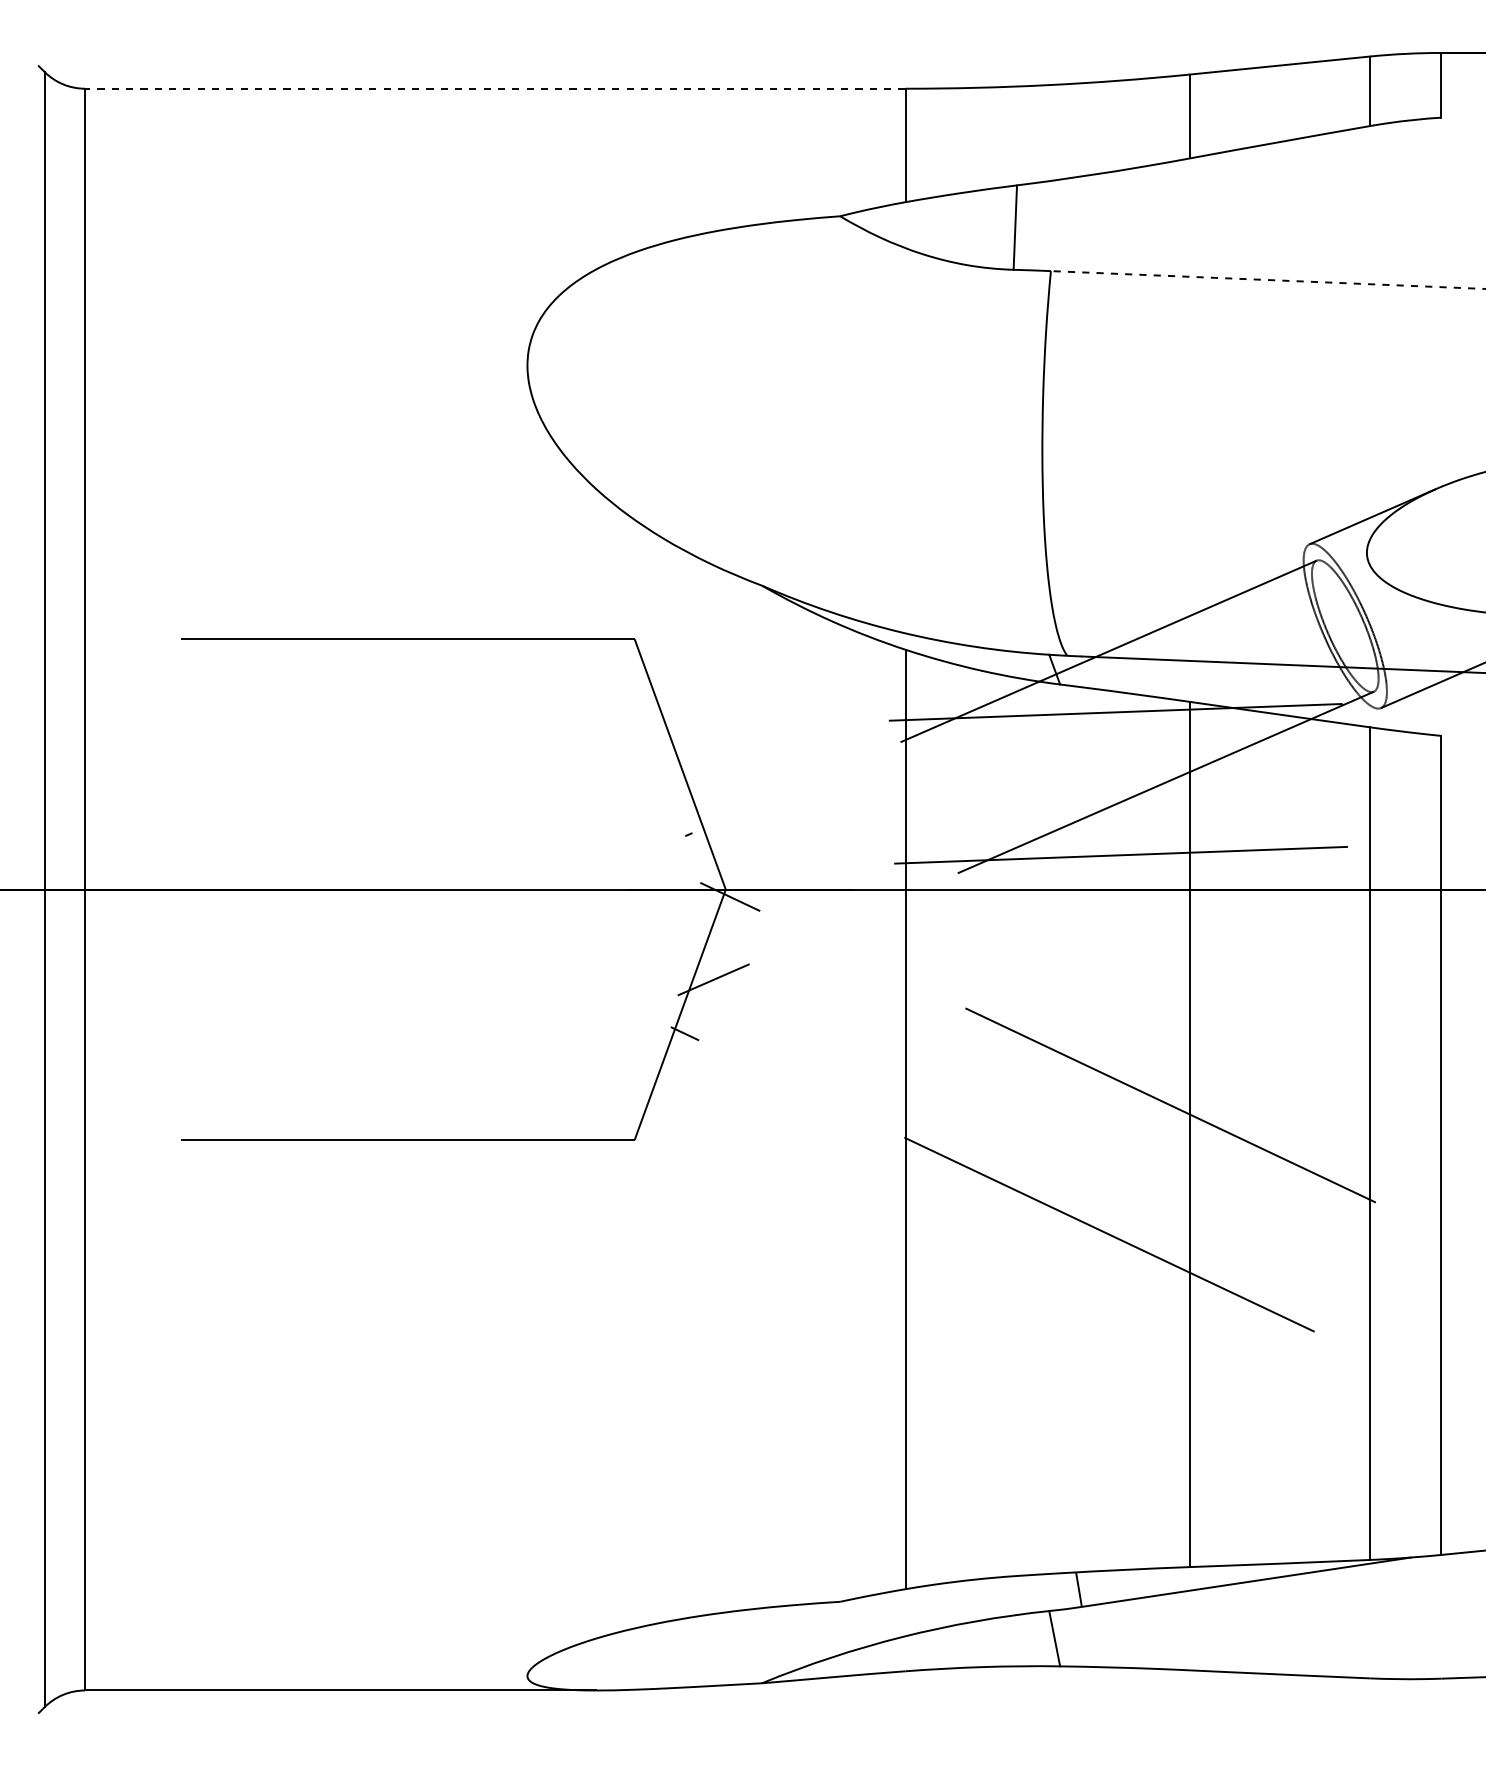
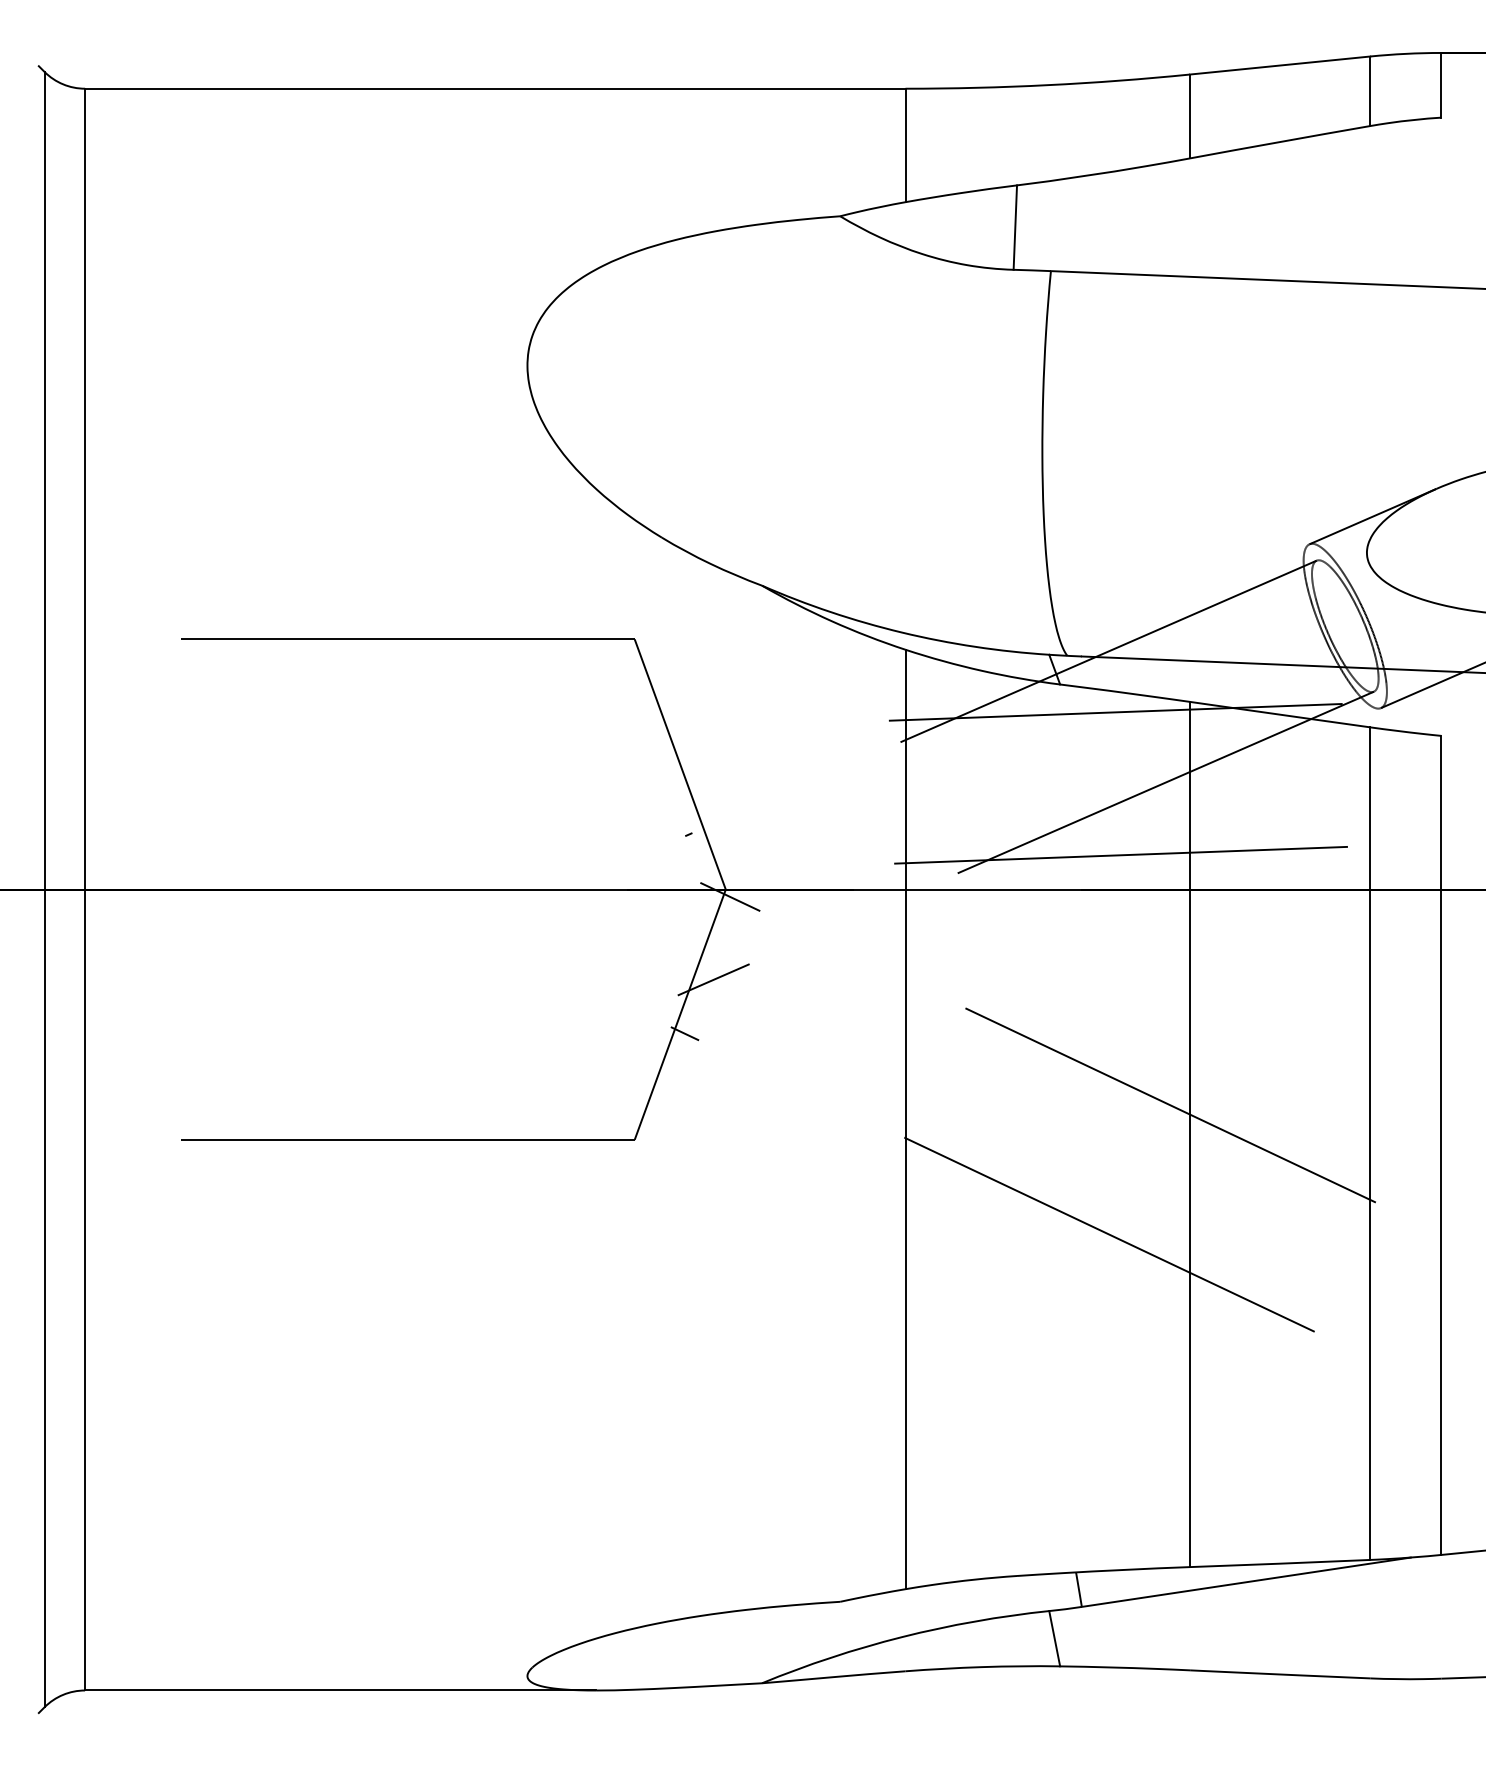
line at (494, 88): dashed -> solid
line at (1268, 280): dashed -> solid
